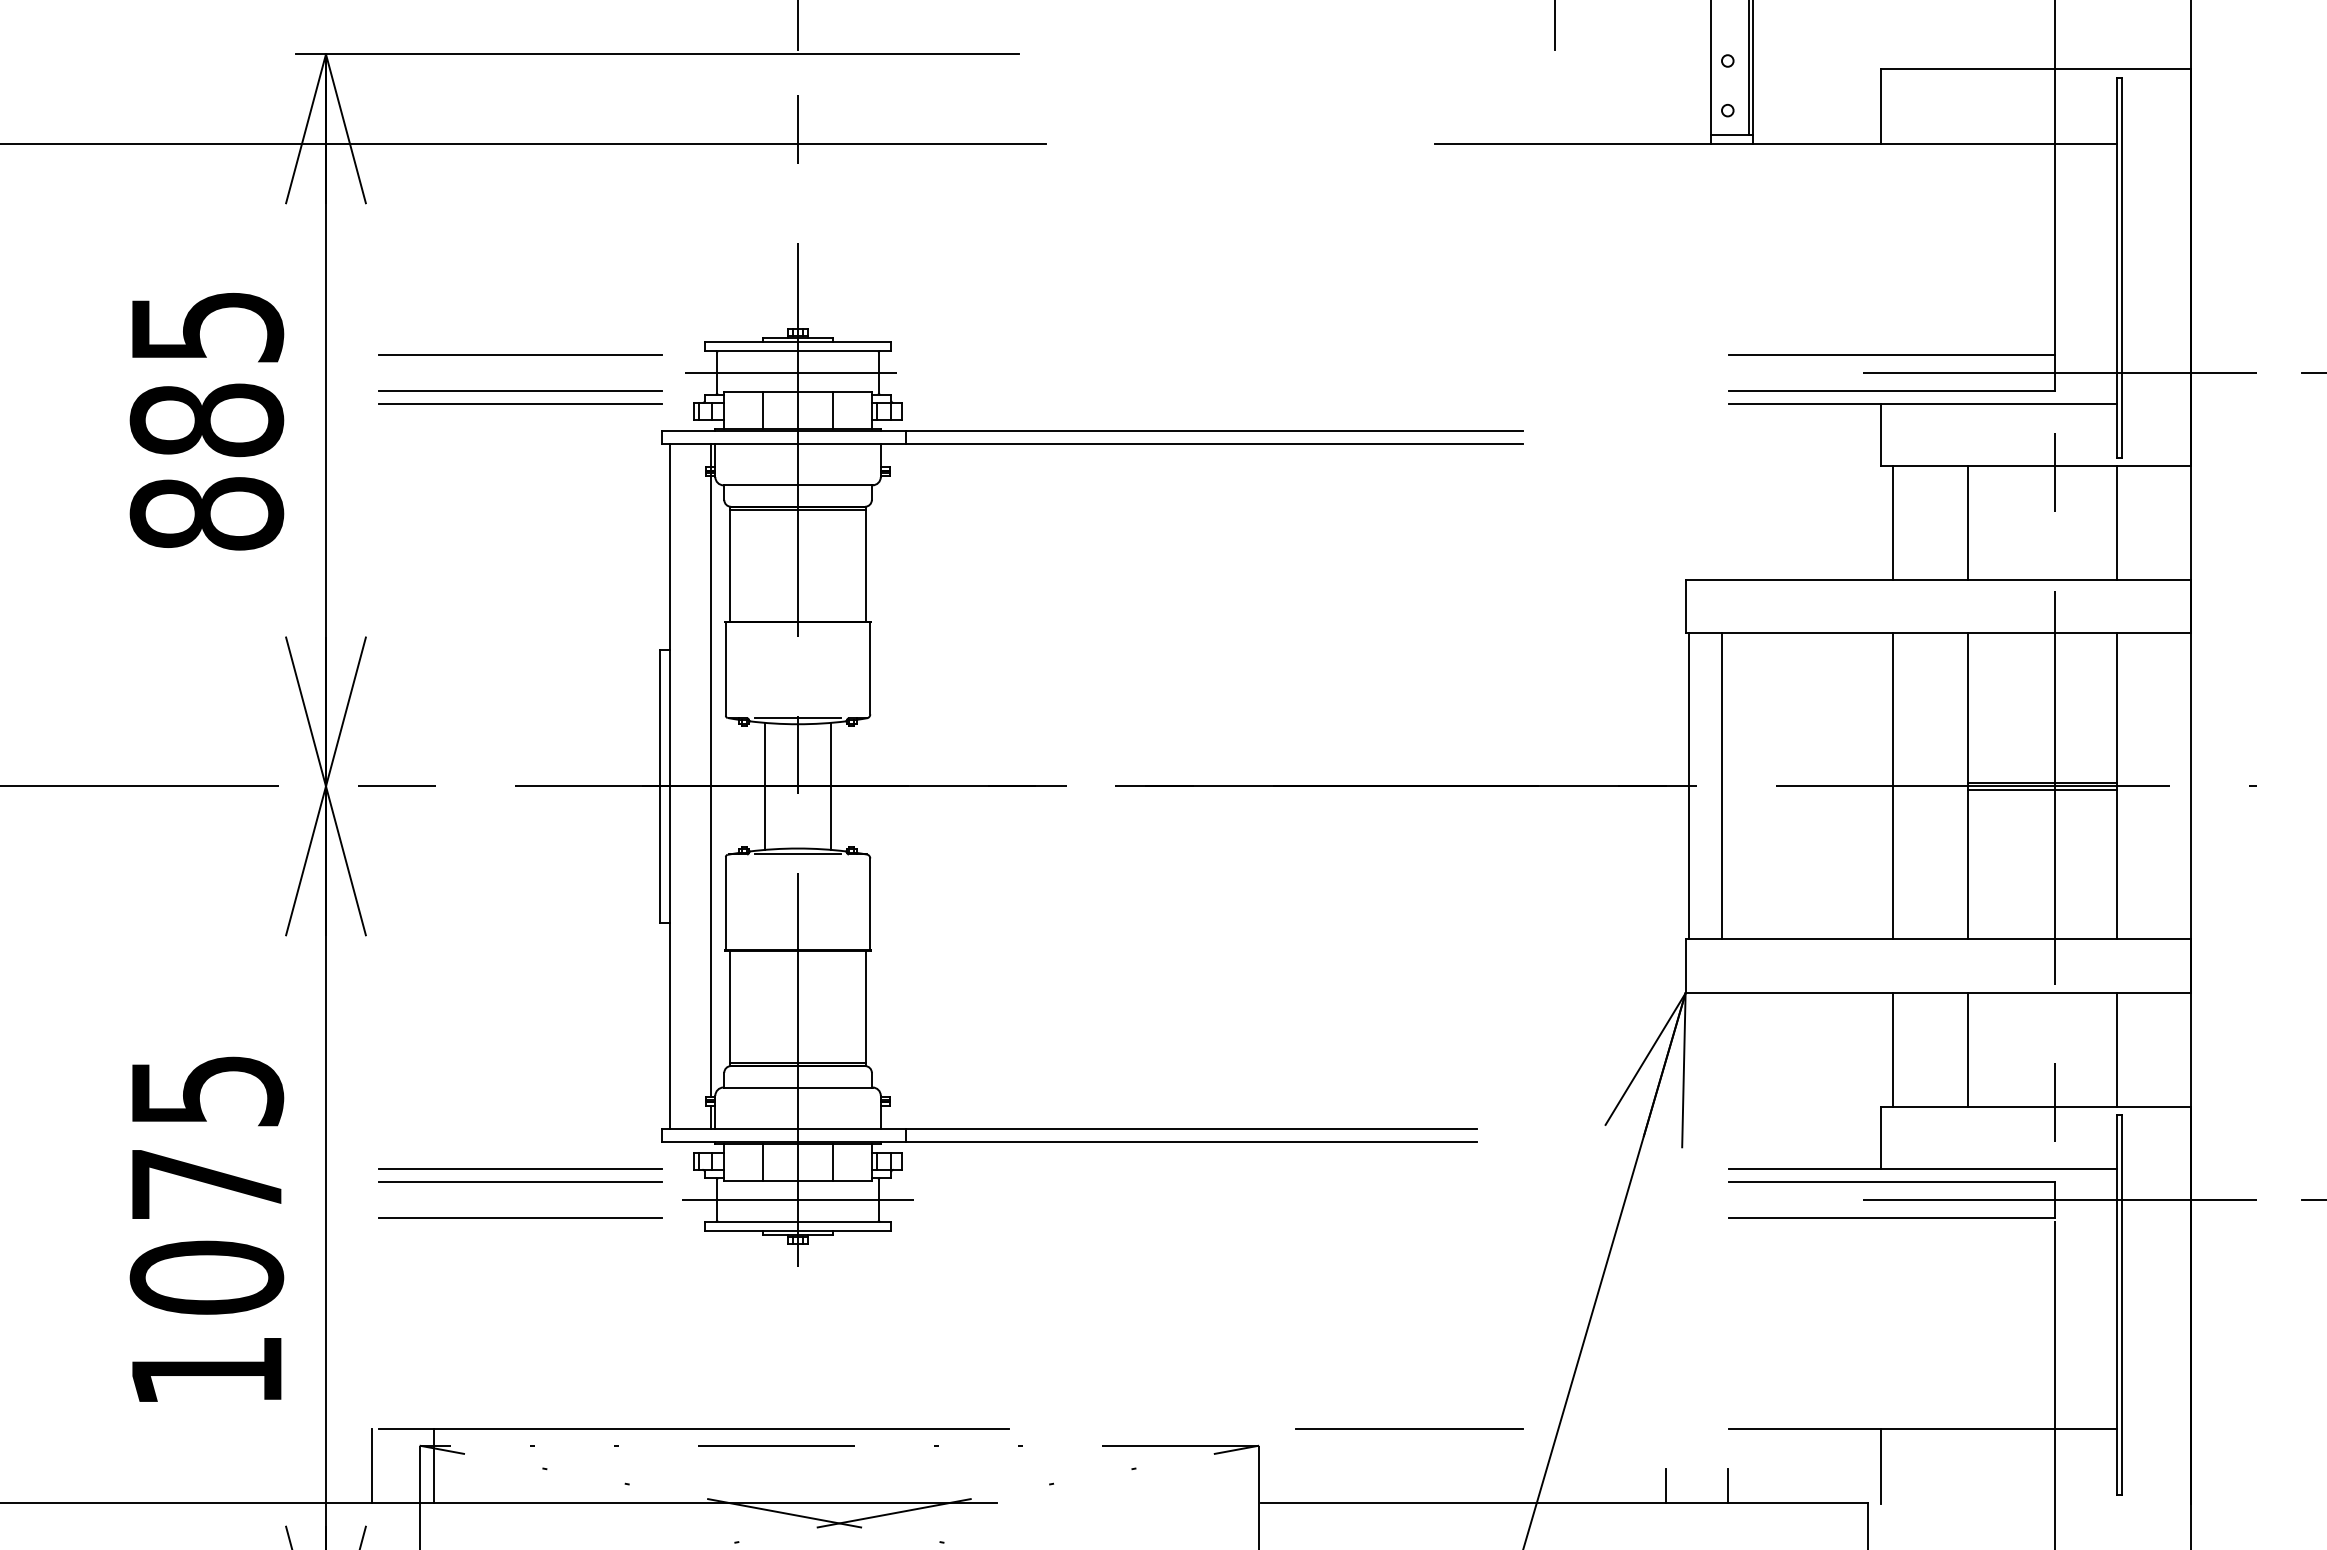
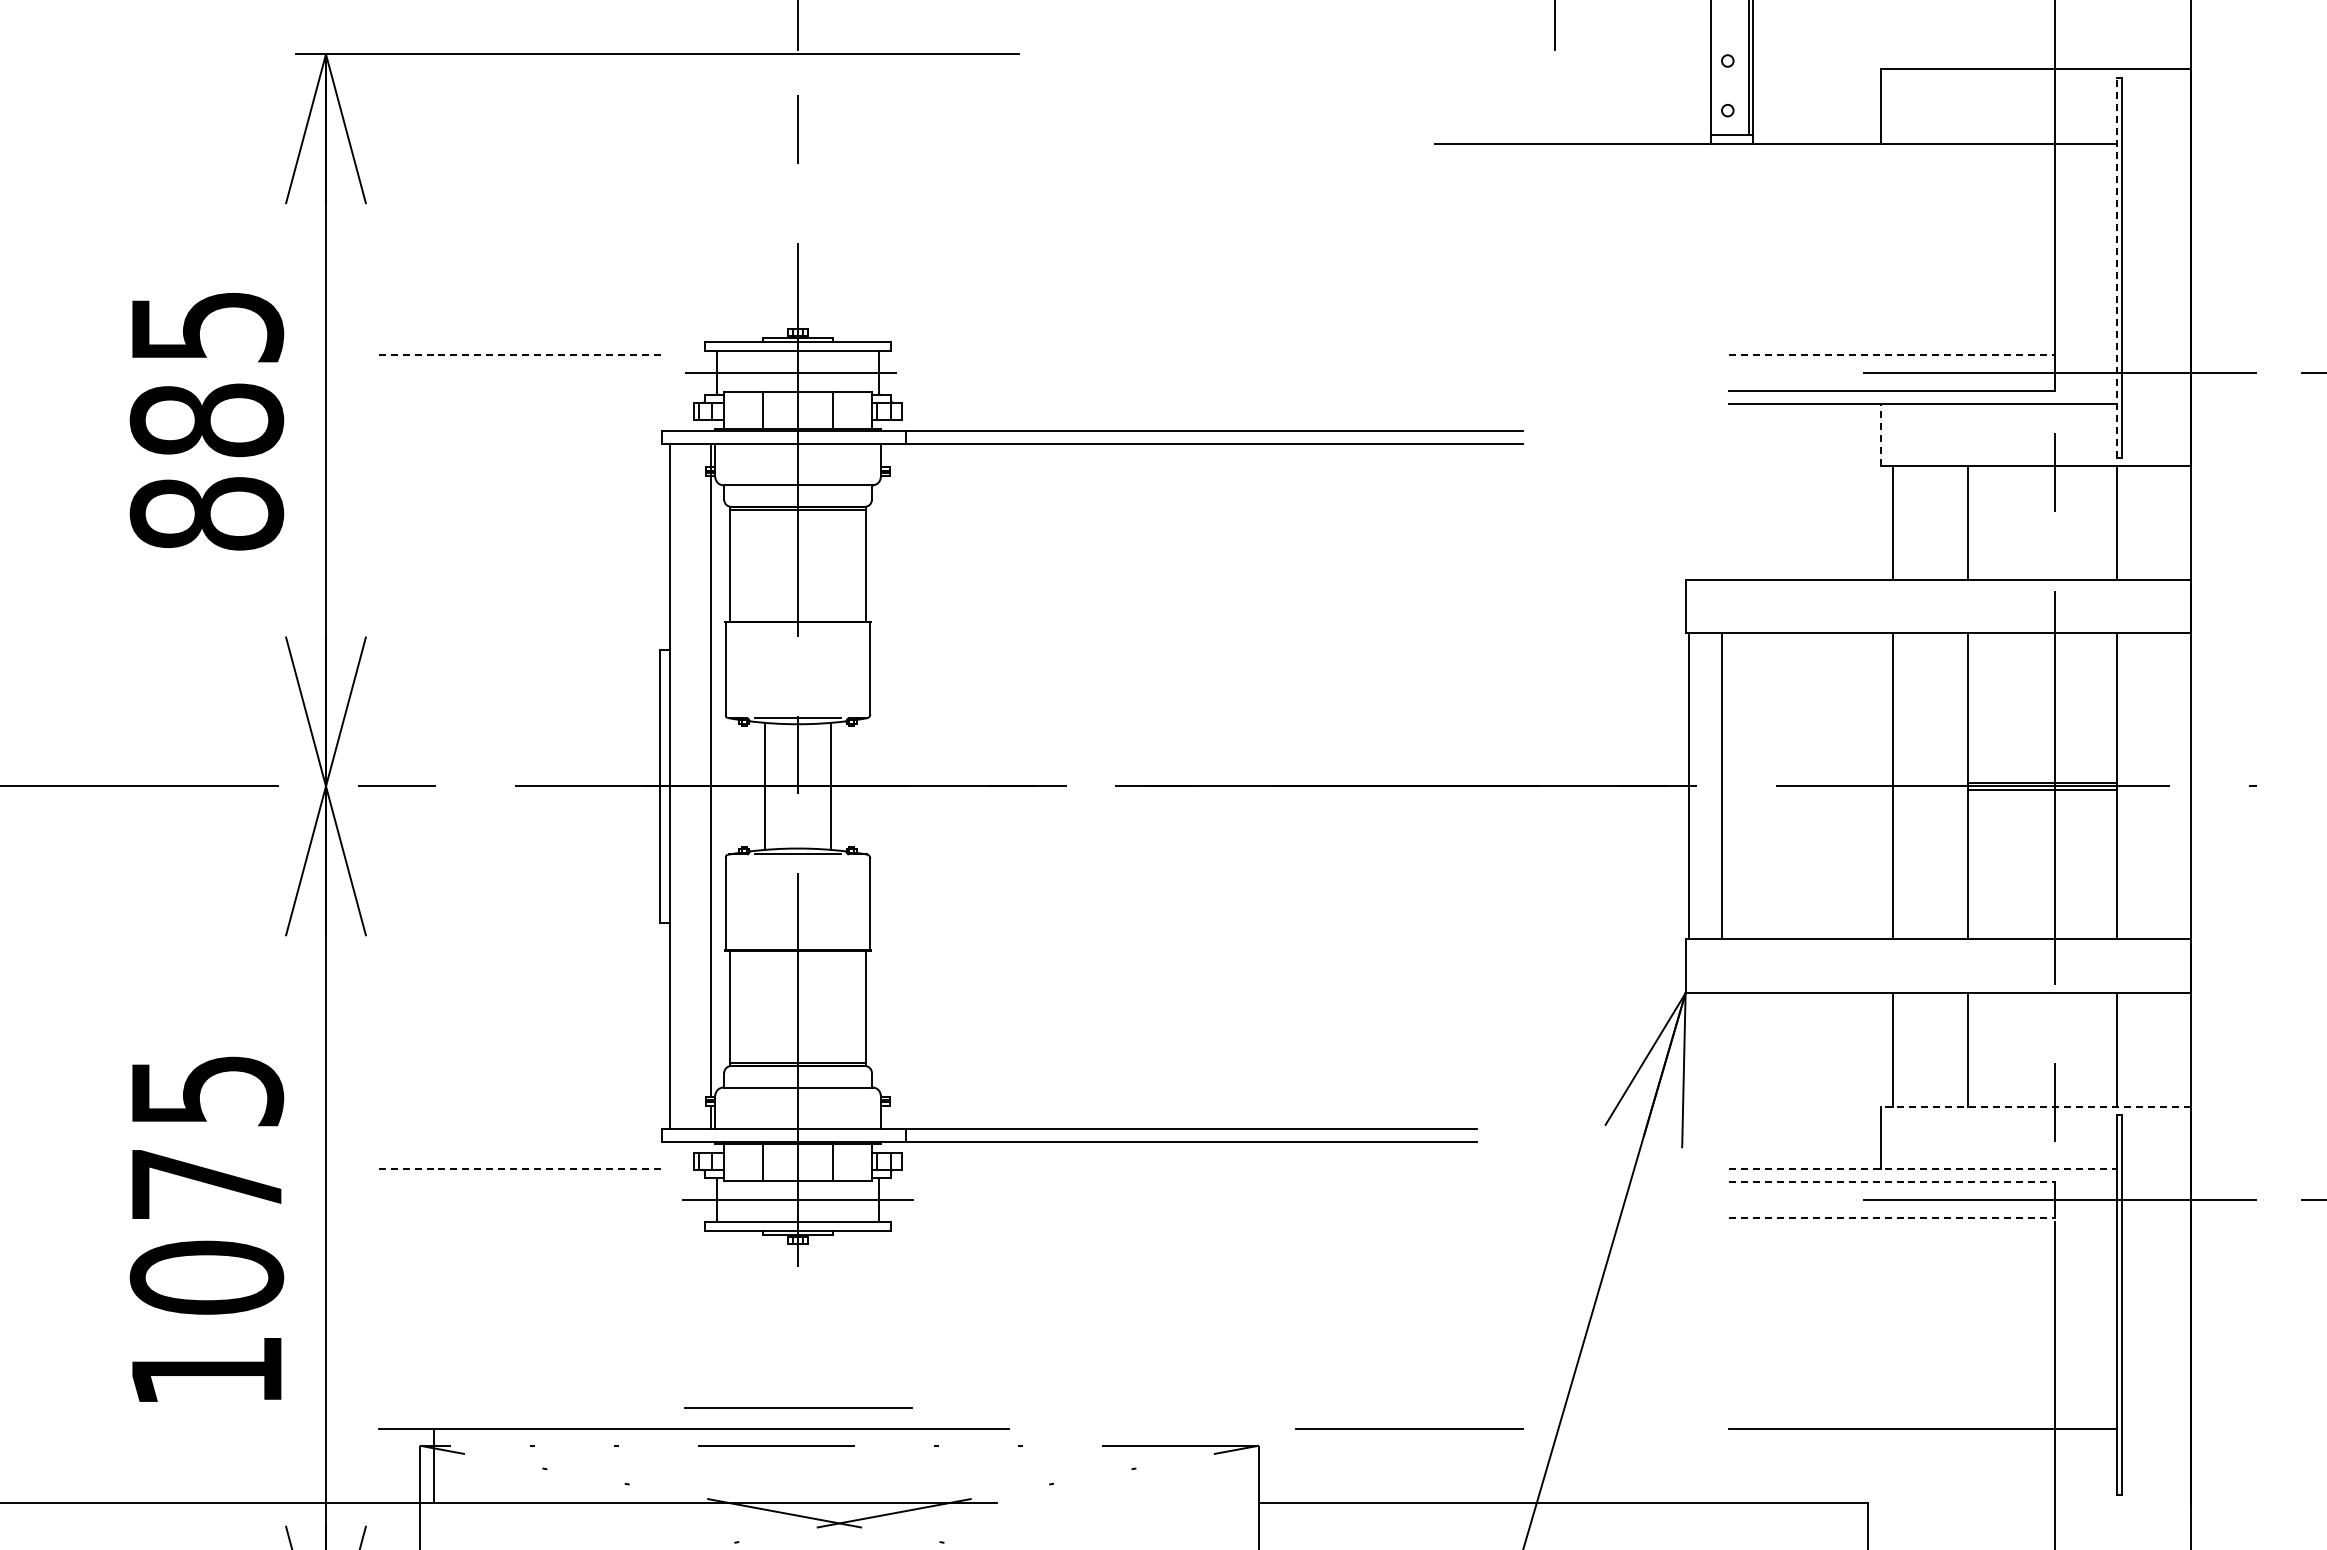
line at (524, 143): present -> none
line at (2116, 267): solid -> dashed
line at (520, 354): solid -> dashed
line at (1892, 354): solid -> dashed
line at (519, 391): present -> none
line at (519, 404): present -> none
line at (1880, 434): solid -> dashed
line at (2035, 1106): solid -> dashed
line at (520, 1168): solid -> dashed
line at (1922, 1168): solid -> dashed
line at (519, 1181): present -> none
line at (1892, 1181): solid -> dashed
line at (520, 1217): present -> none
line at (1892, 1218): solid -> dashed
line at (798, 1407): none -> present
line at (372, 1465): present -> none
line at (1880, 1466): present -> none
line at (1665, 1485): present -> none
line at (1727, 1485): present -> none
